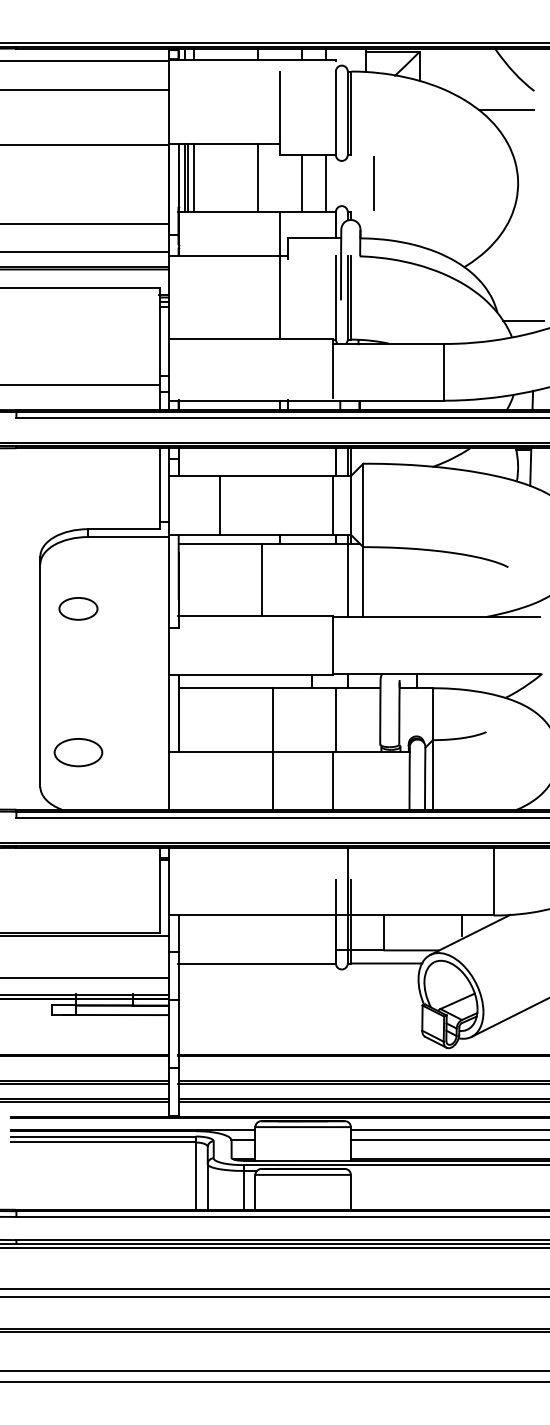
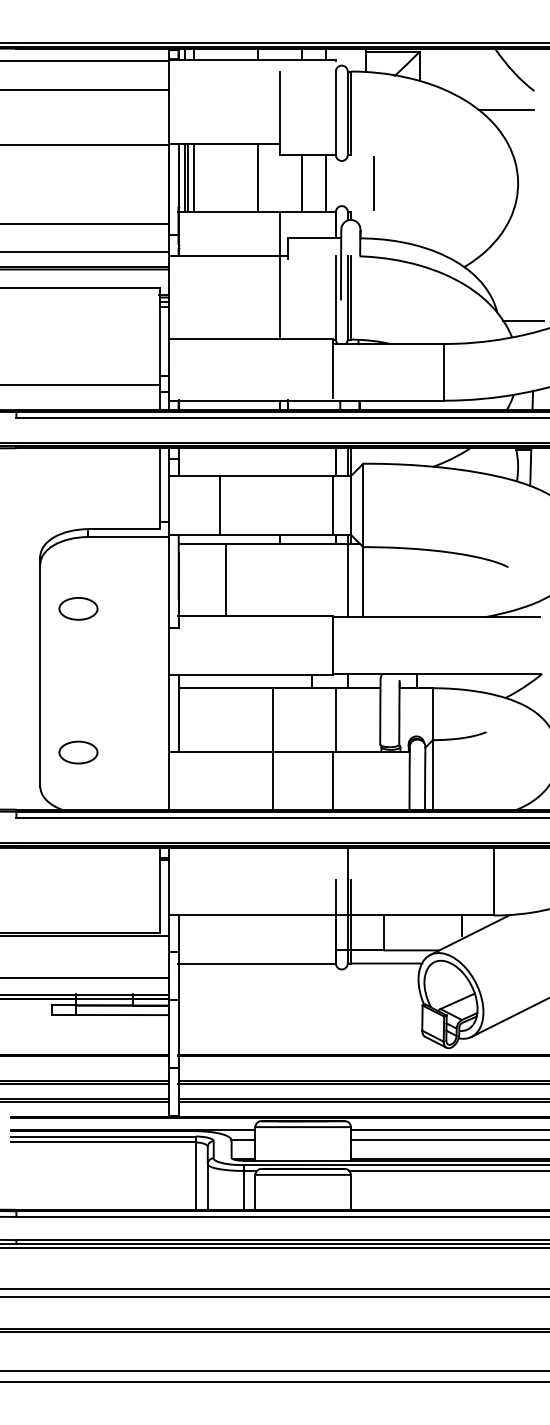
line at (262, 579) position: (262, 579) -> (226, 579)
part at (78, 752) size: 51x30 px -> 41x25 px
line at (447, 1170): none -> present
